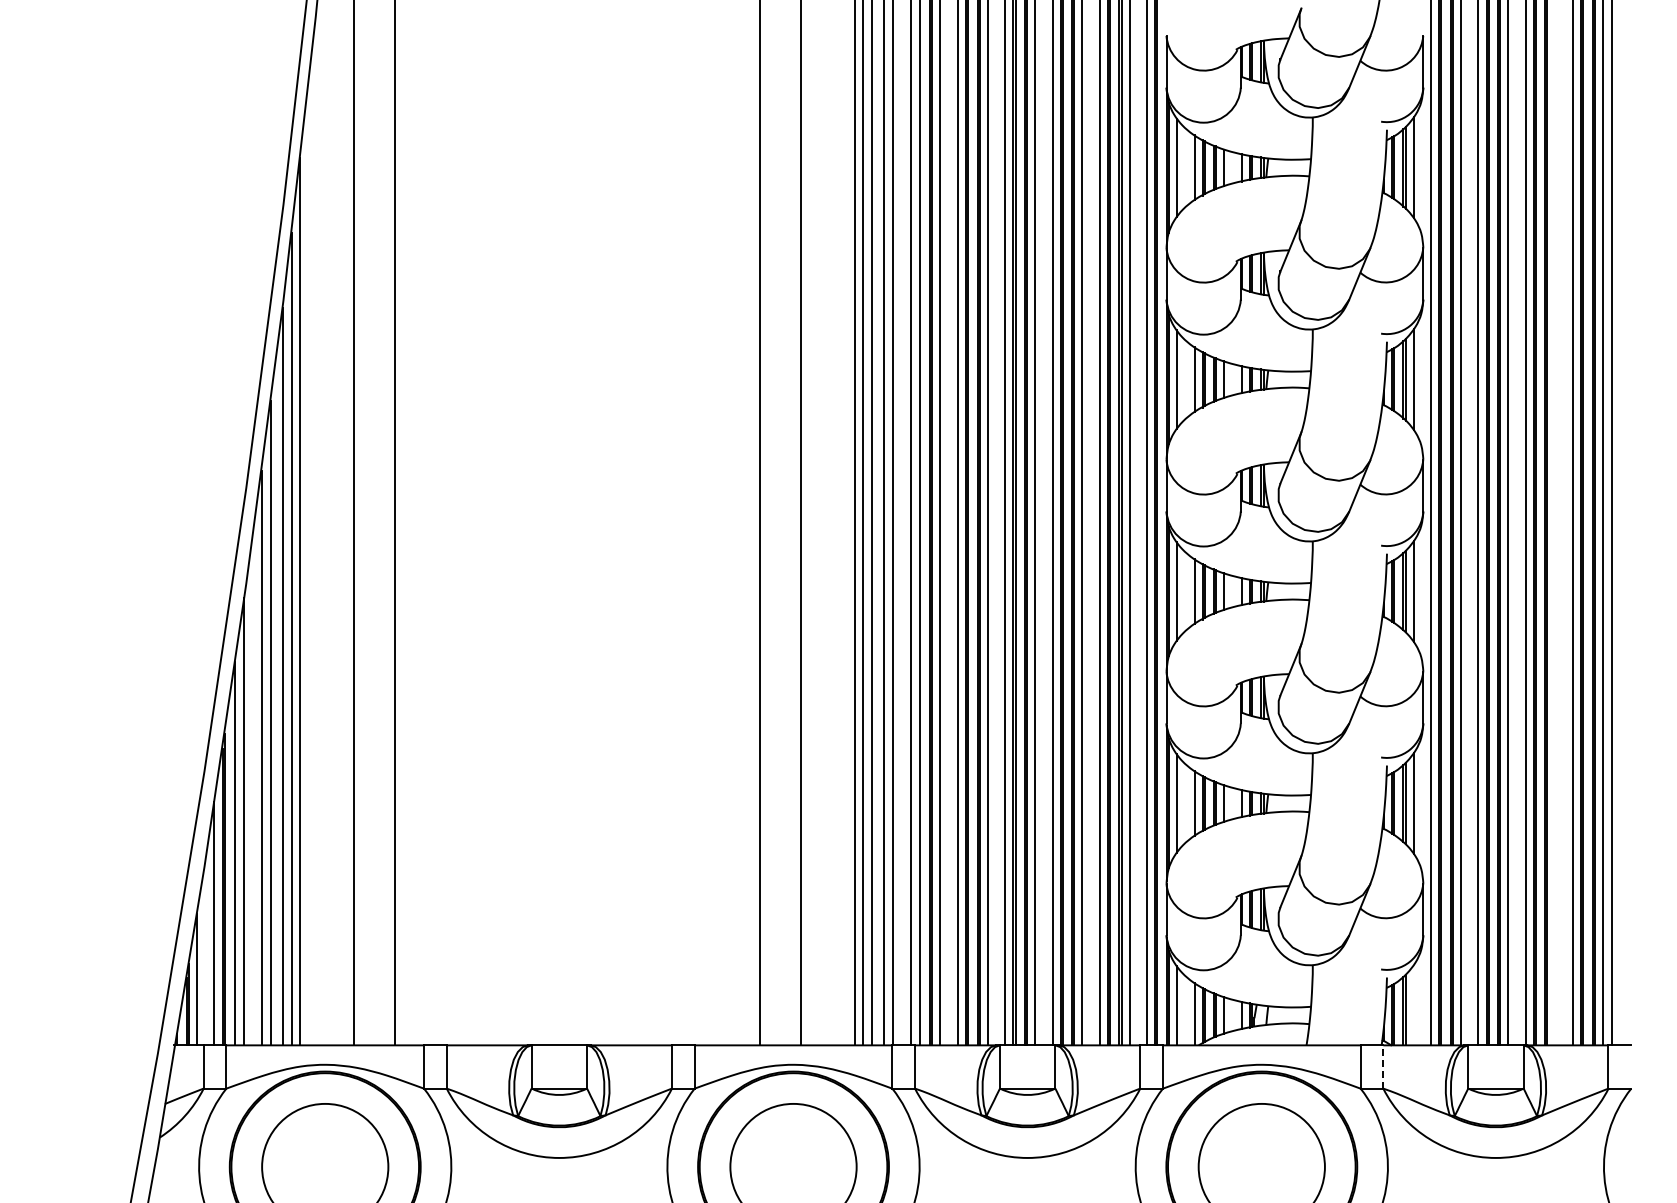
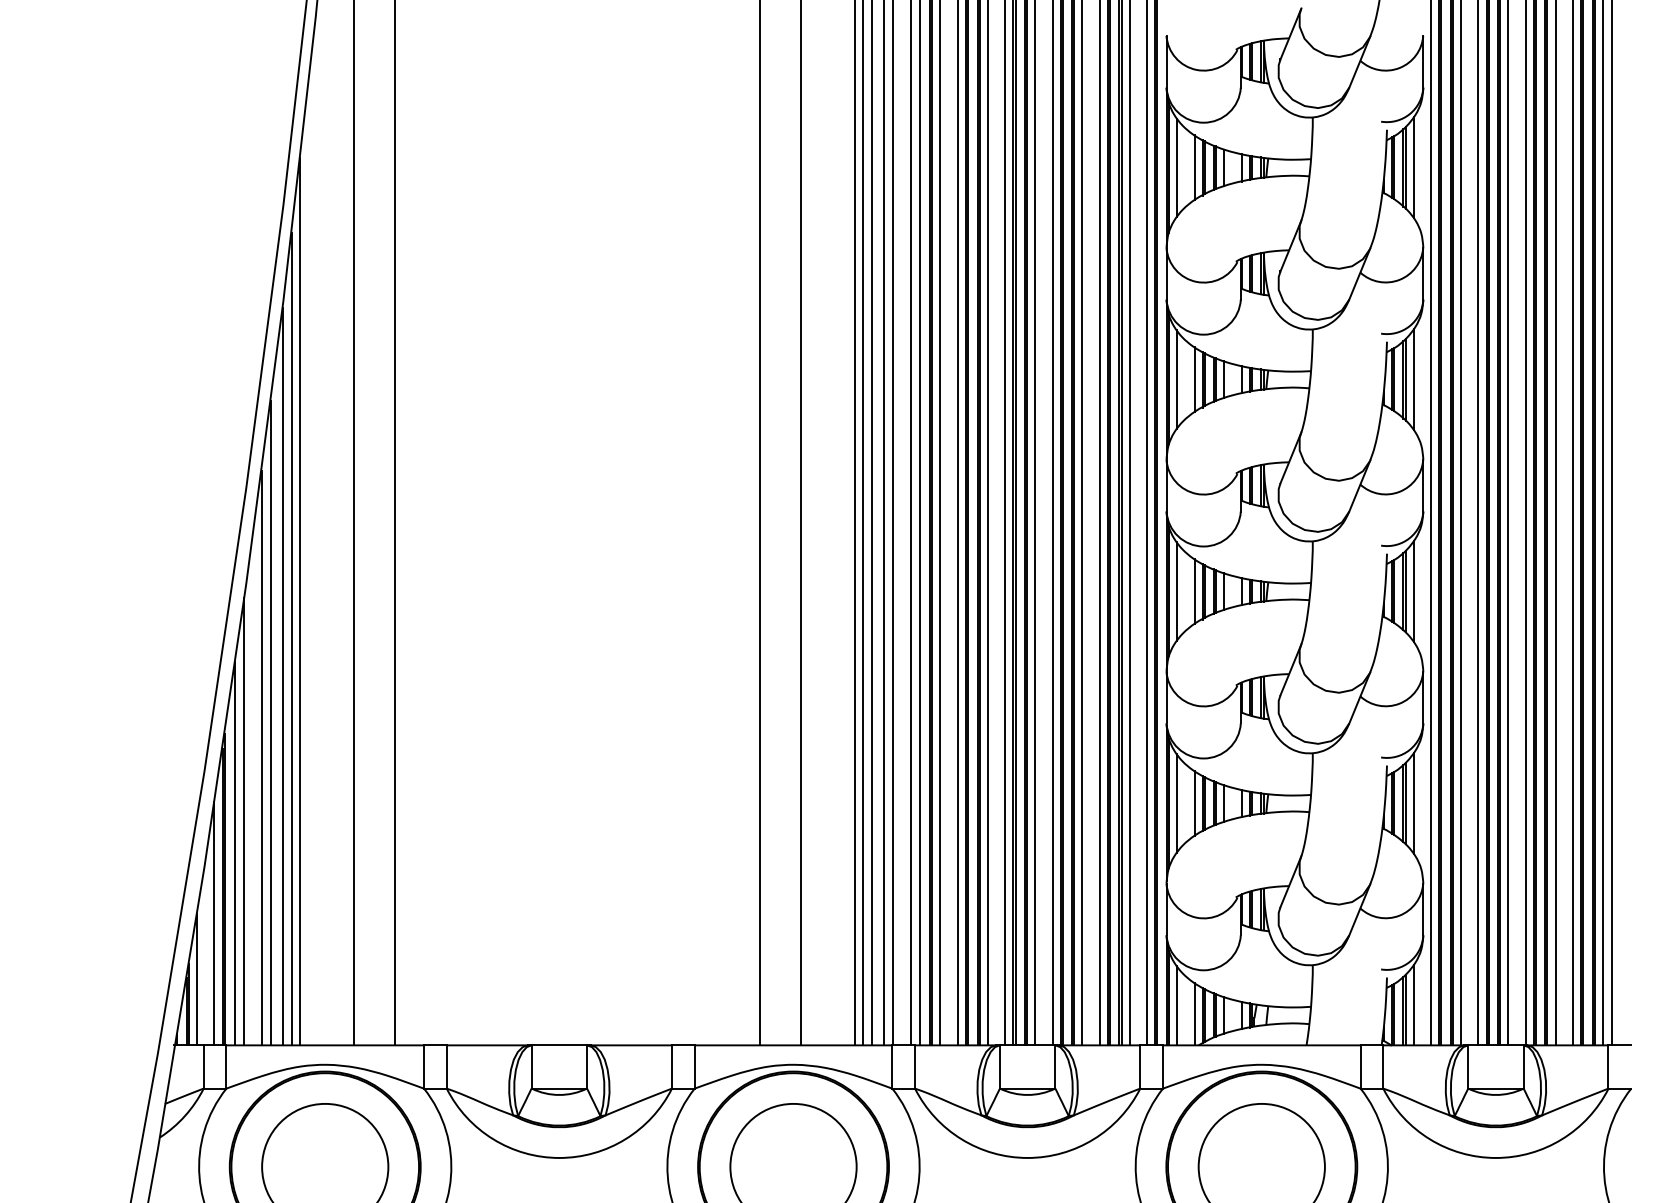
line at (1555, 523): none -> present
line at (1413, 1004): none -> present
line at (1383, 1066): dashed -> solid
